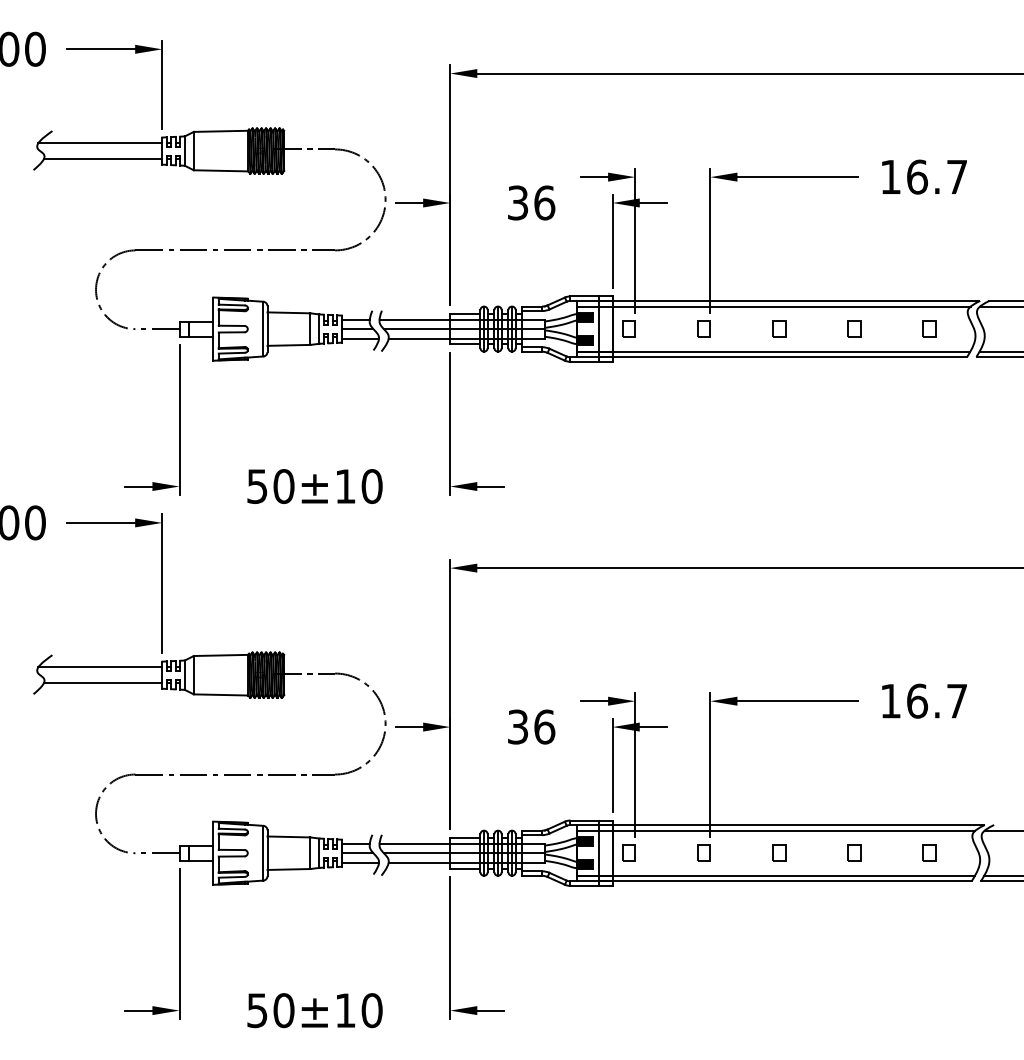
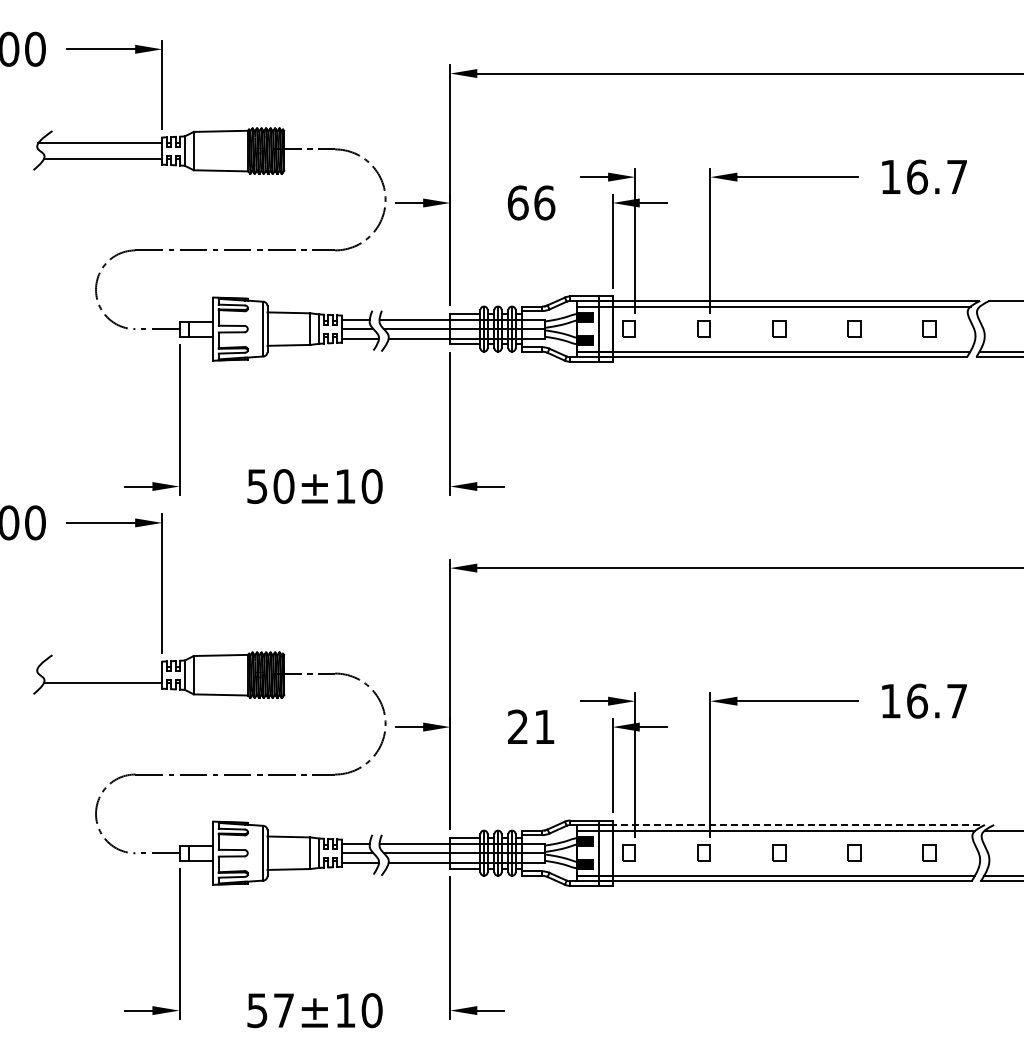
text at (517, 202): 36 -> 66
line at (999, 306): present -> none
line at (100, 667): present -> none
text at (531, 726): 36 -> 21
line at (792, 825): solid -> dashed
text at (283, 1010): 50±10 -> 57±10
